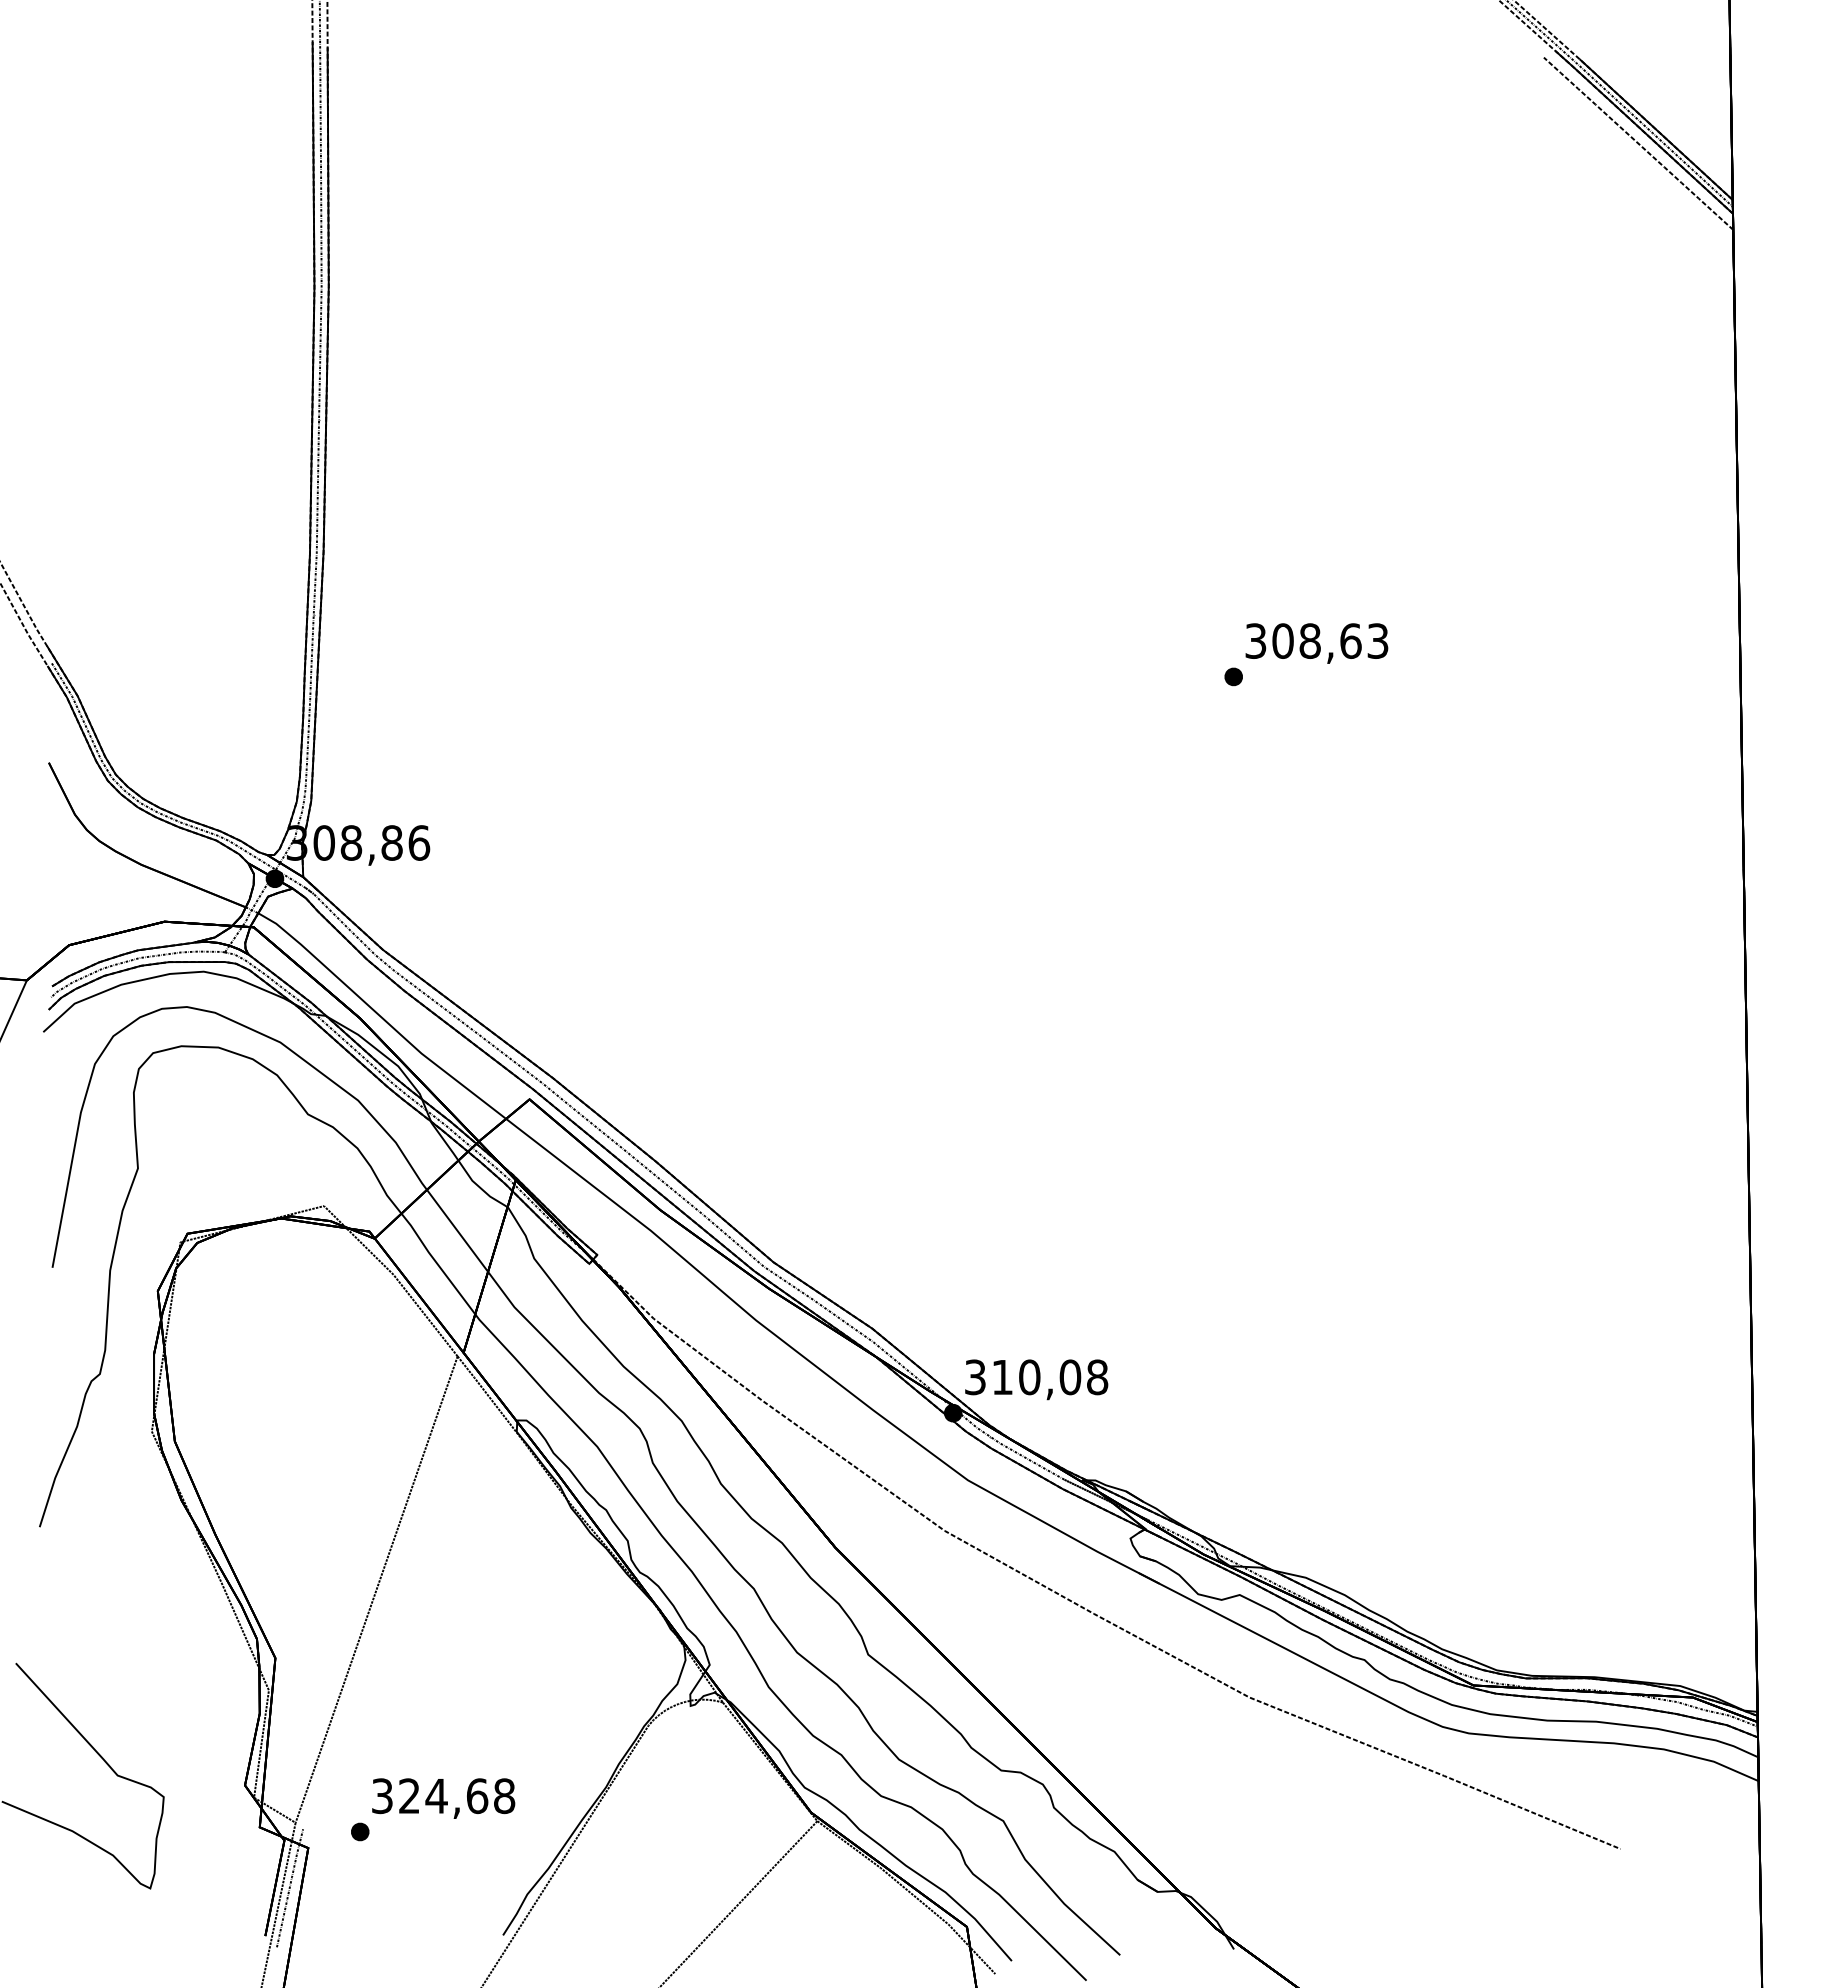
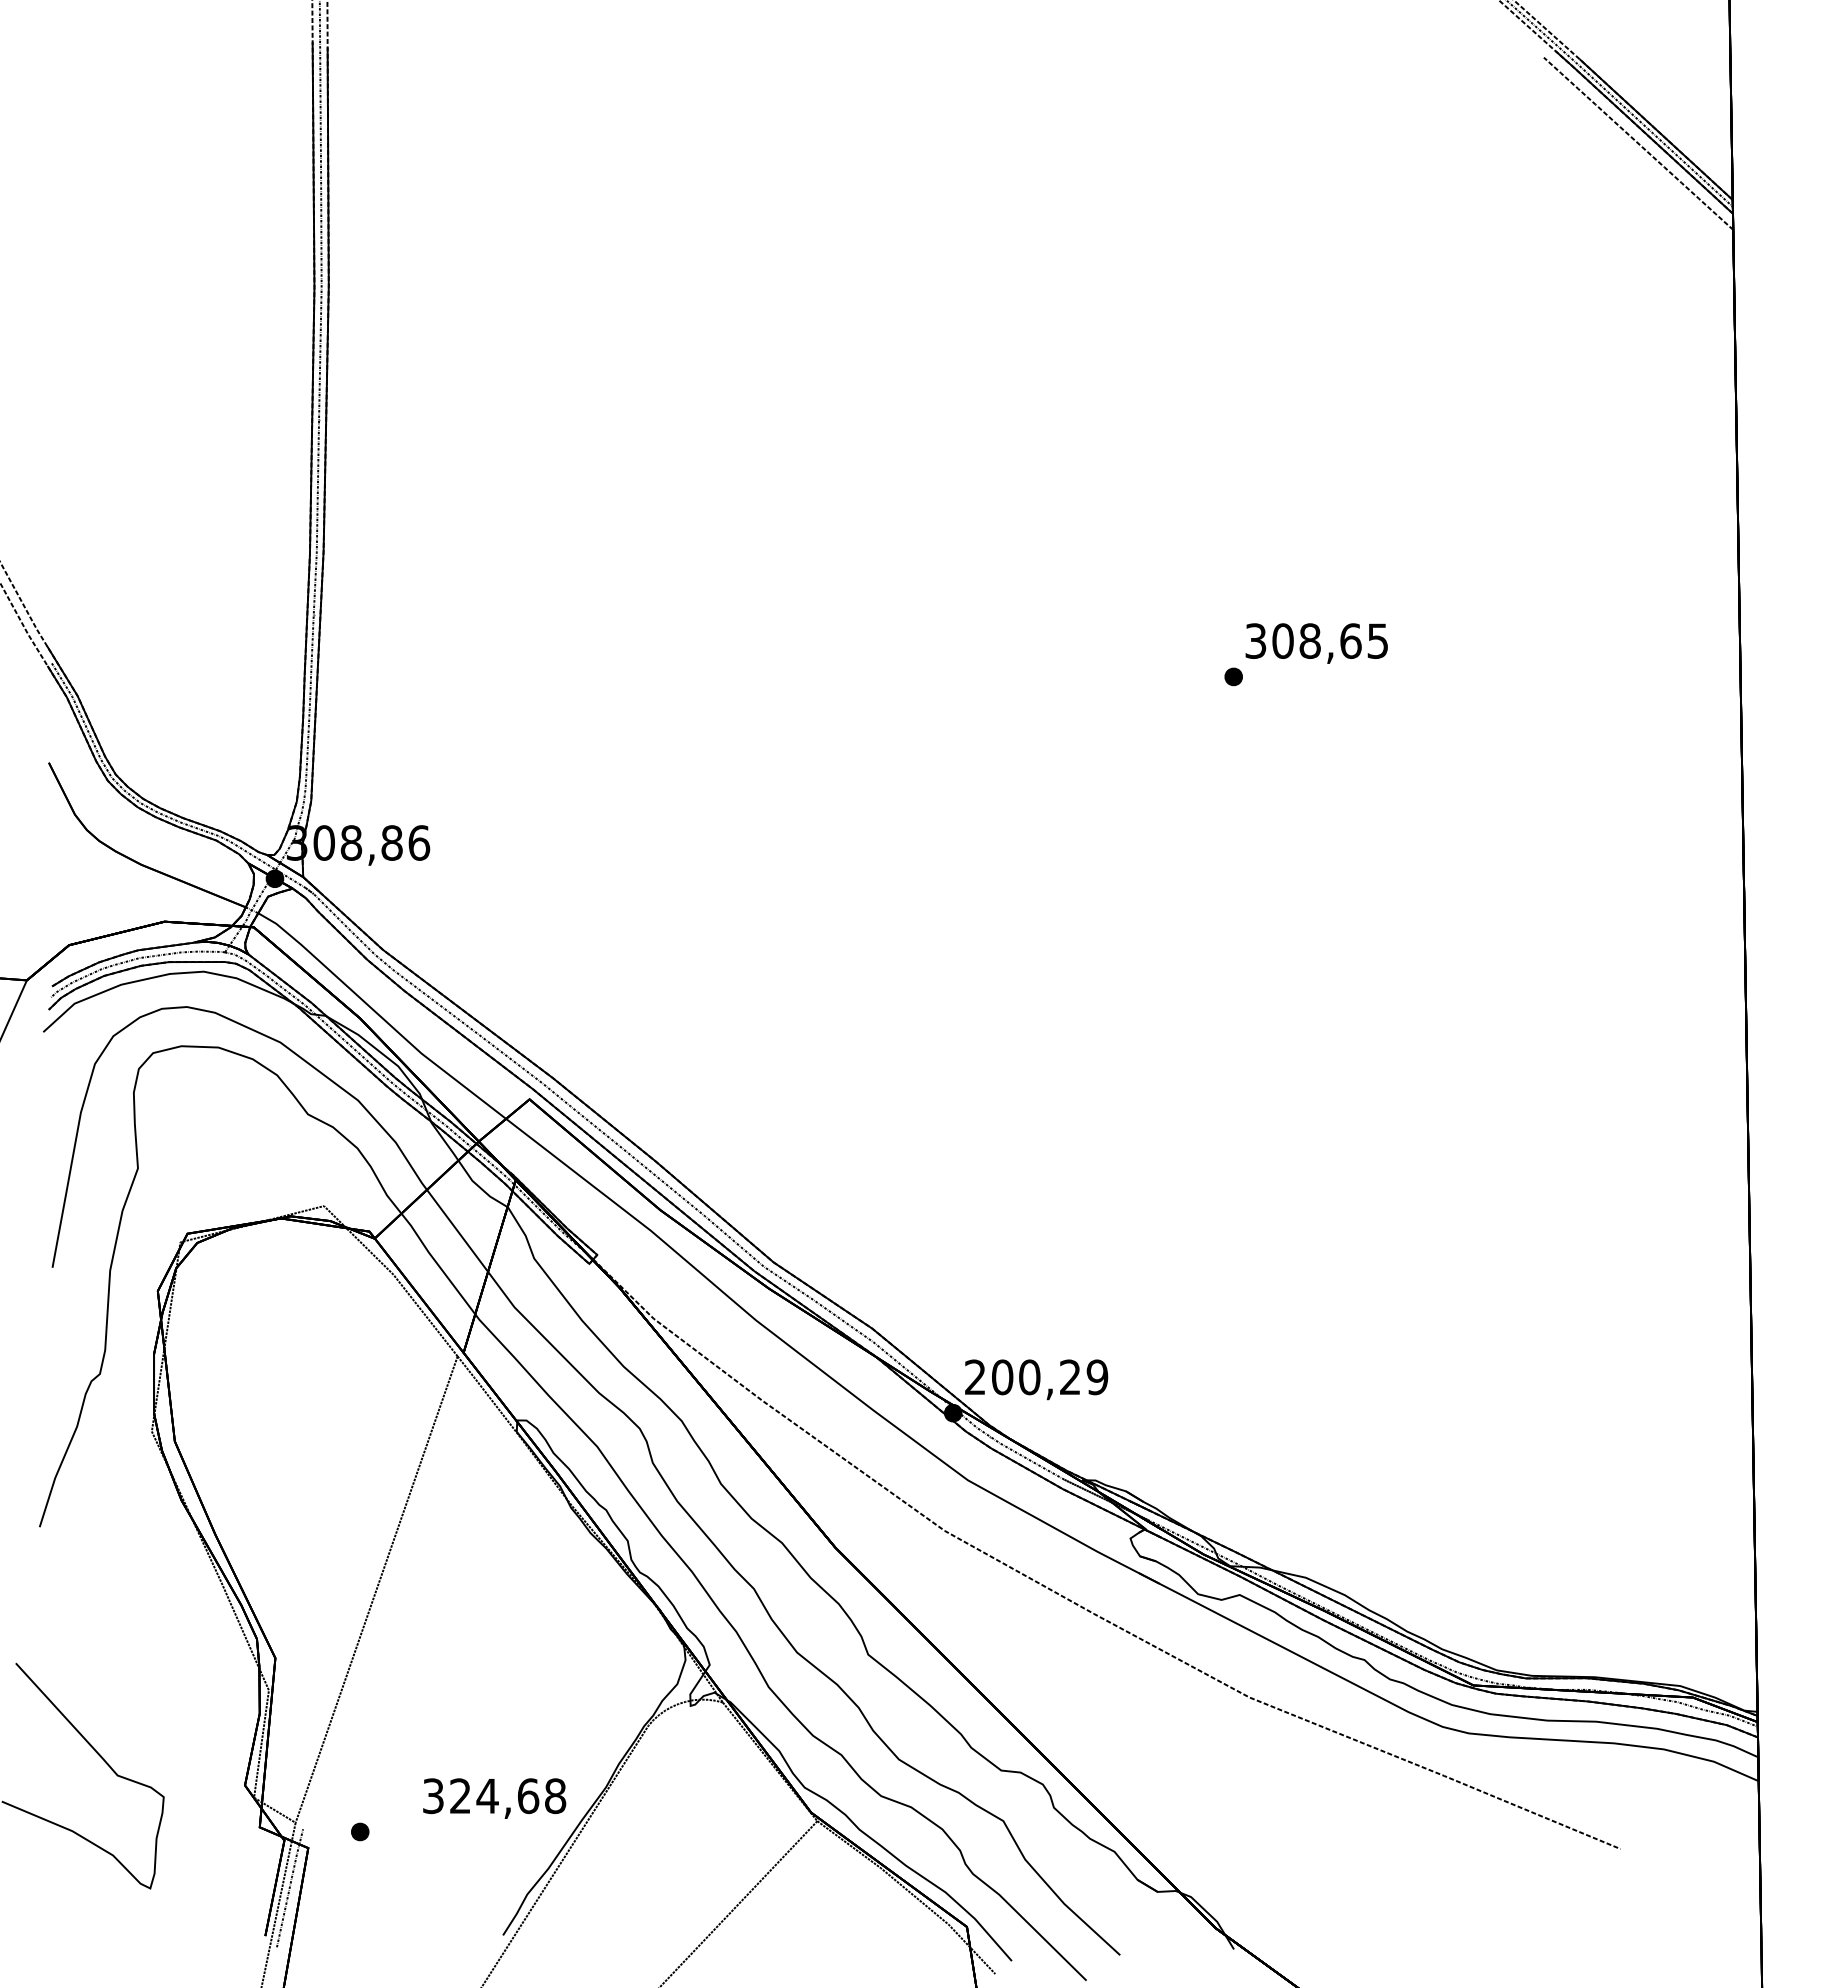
text at (1378, 640): 308,63 -> 308,65
text at (1036, 1377): 310,08 -> 200,29
text at (443, 1798) position: (443, 1798) -> (494, 1798)
